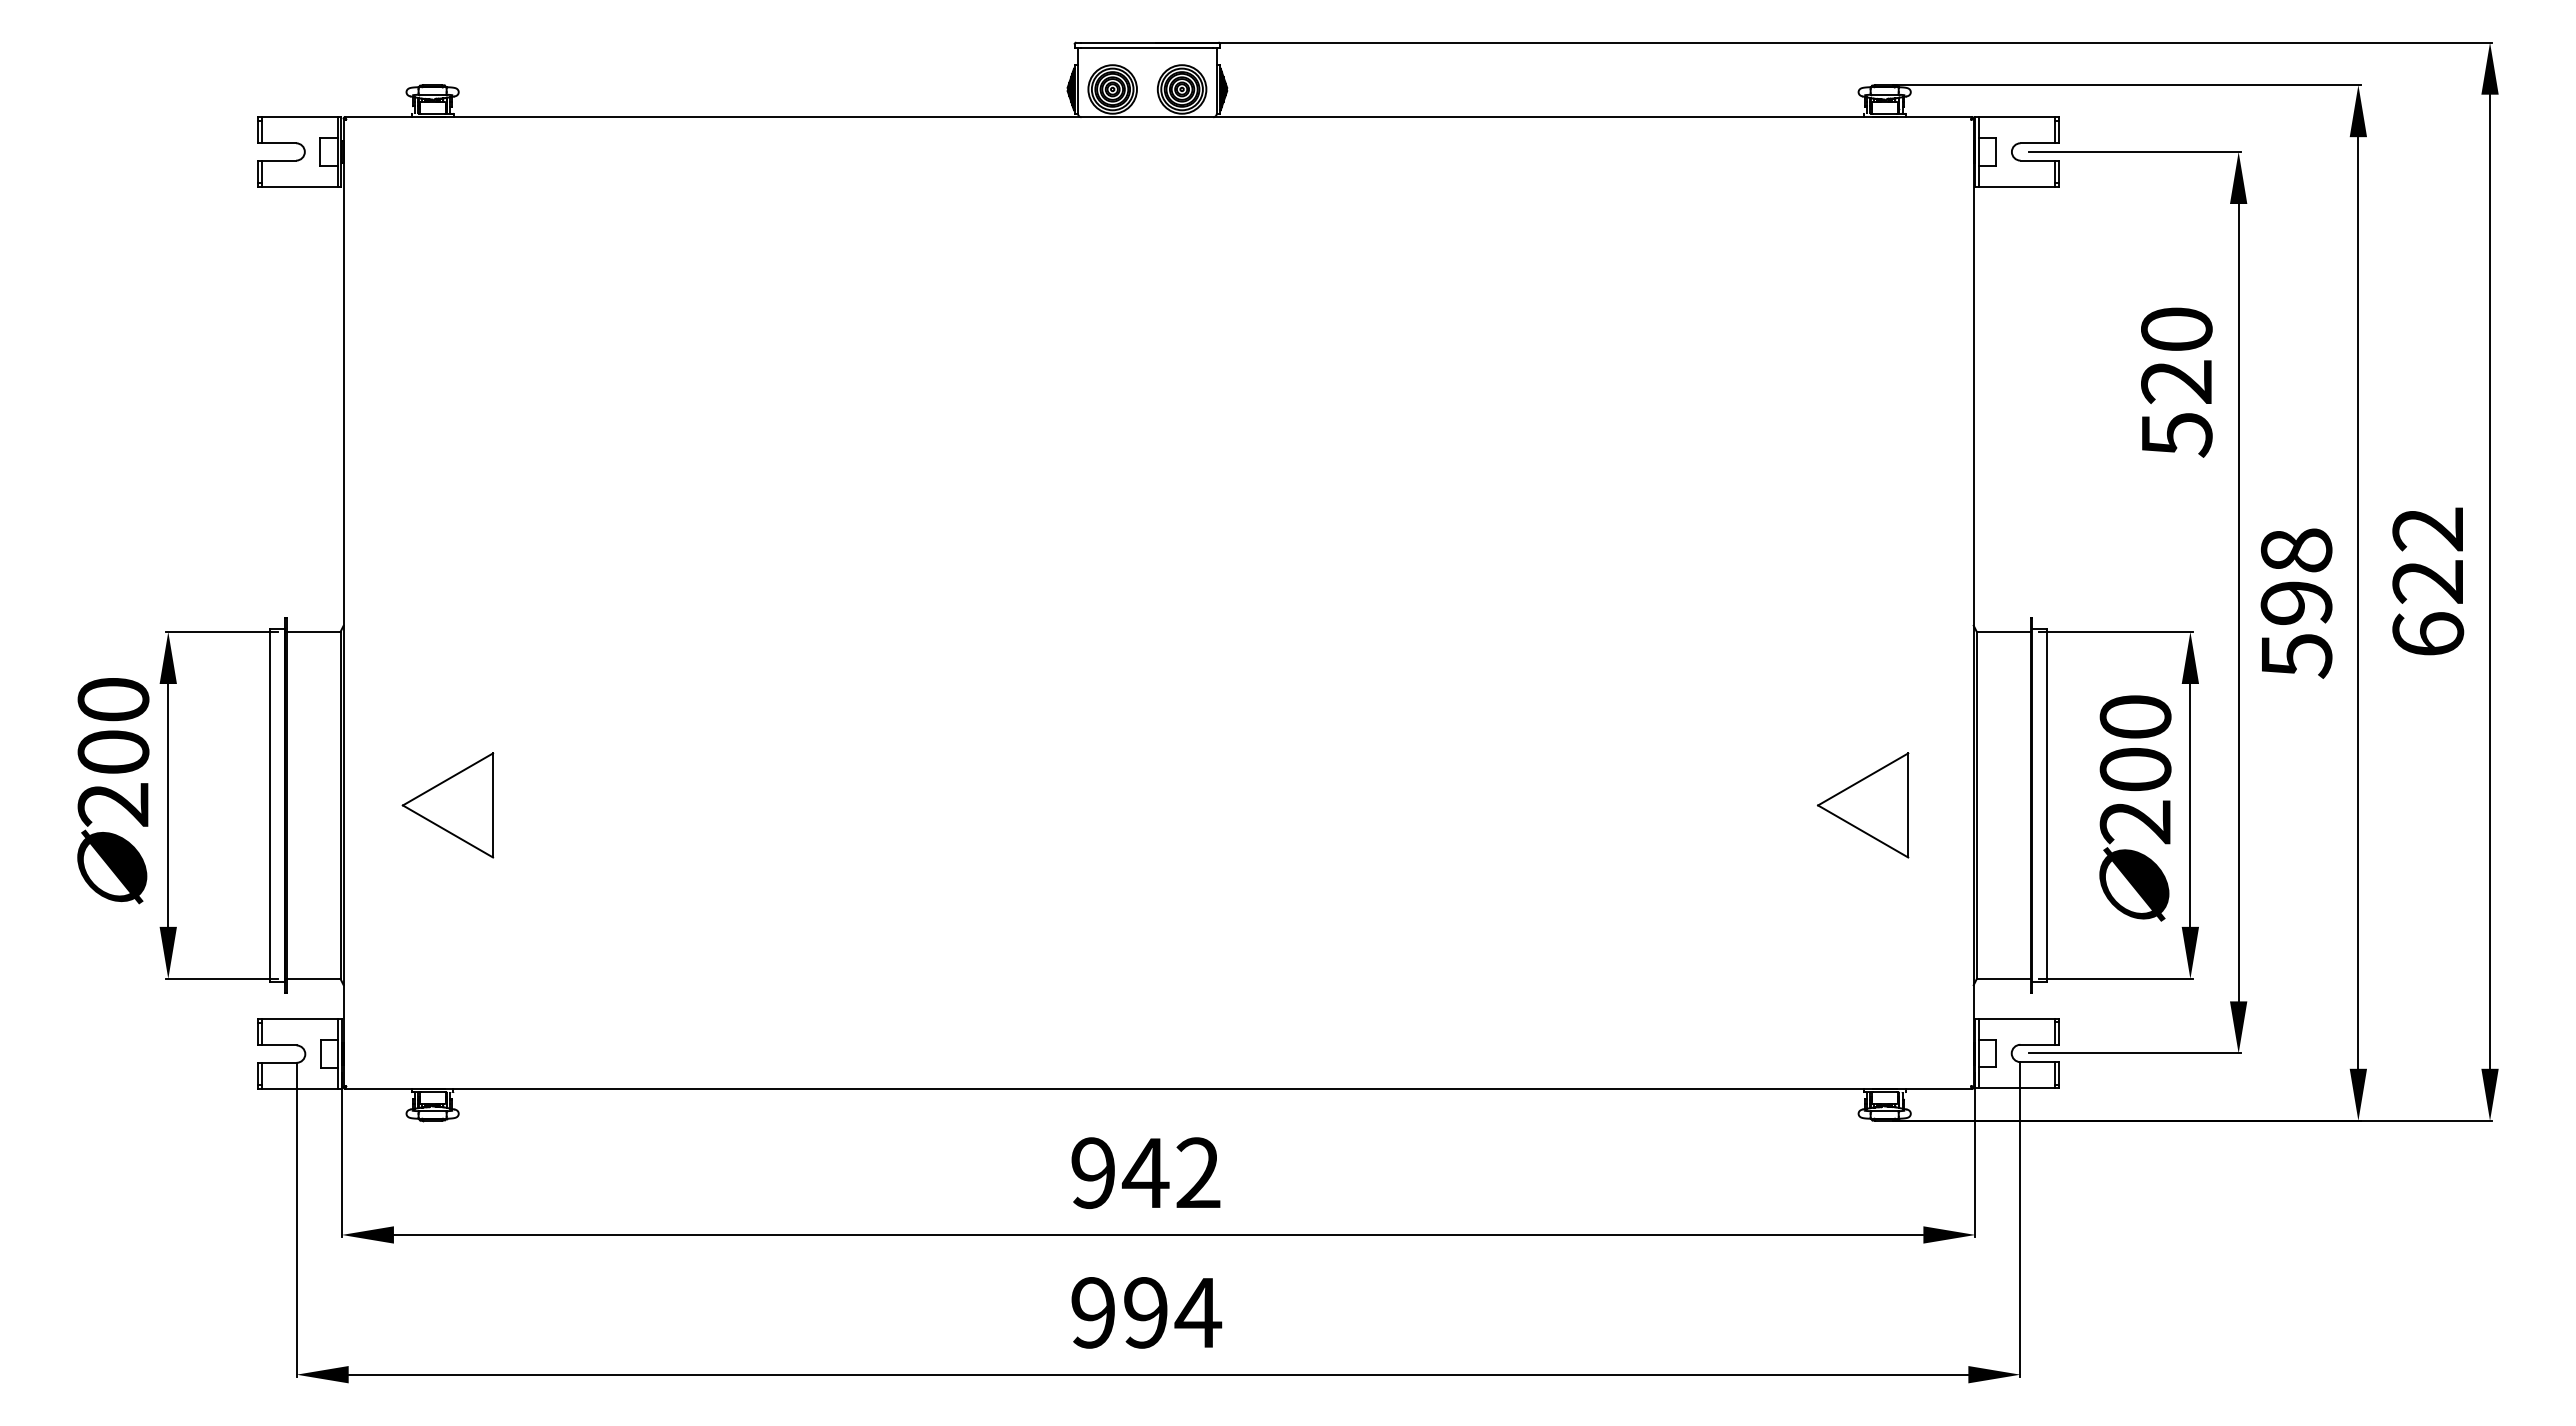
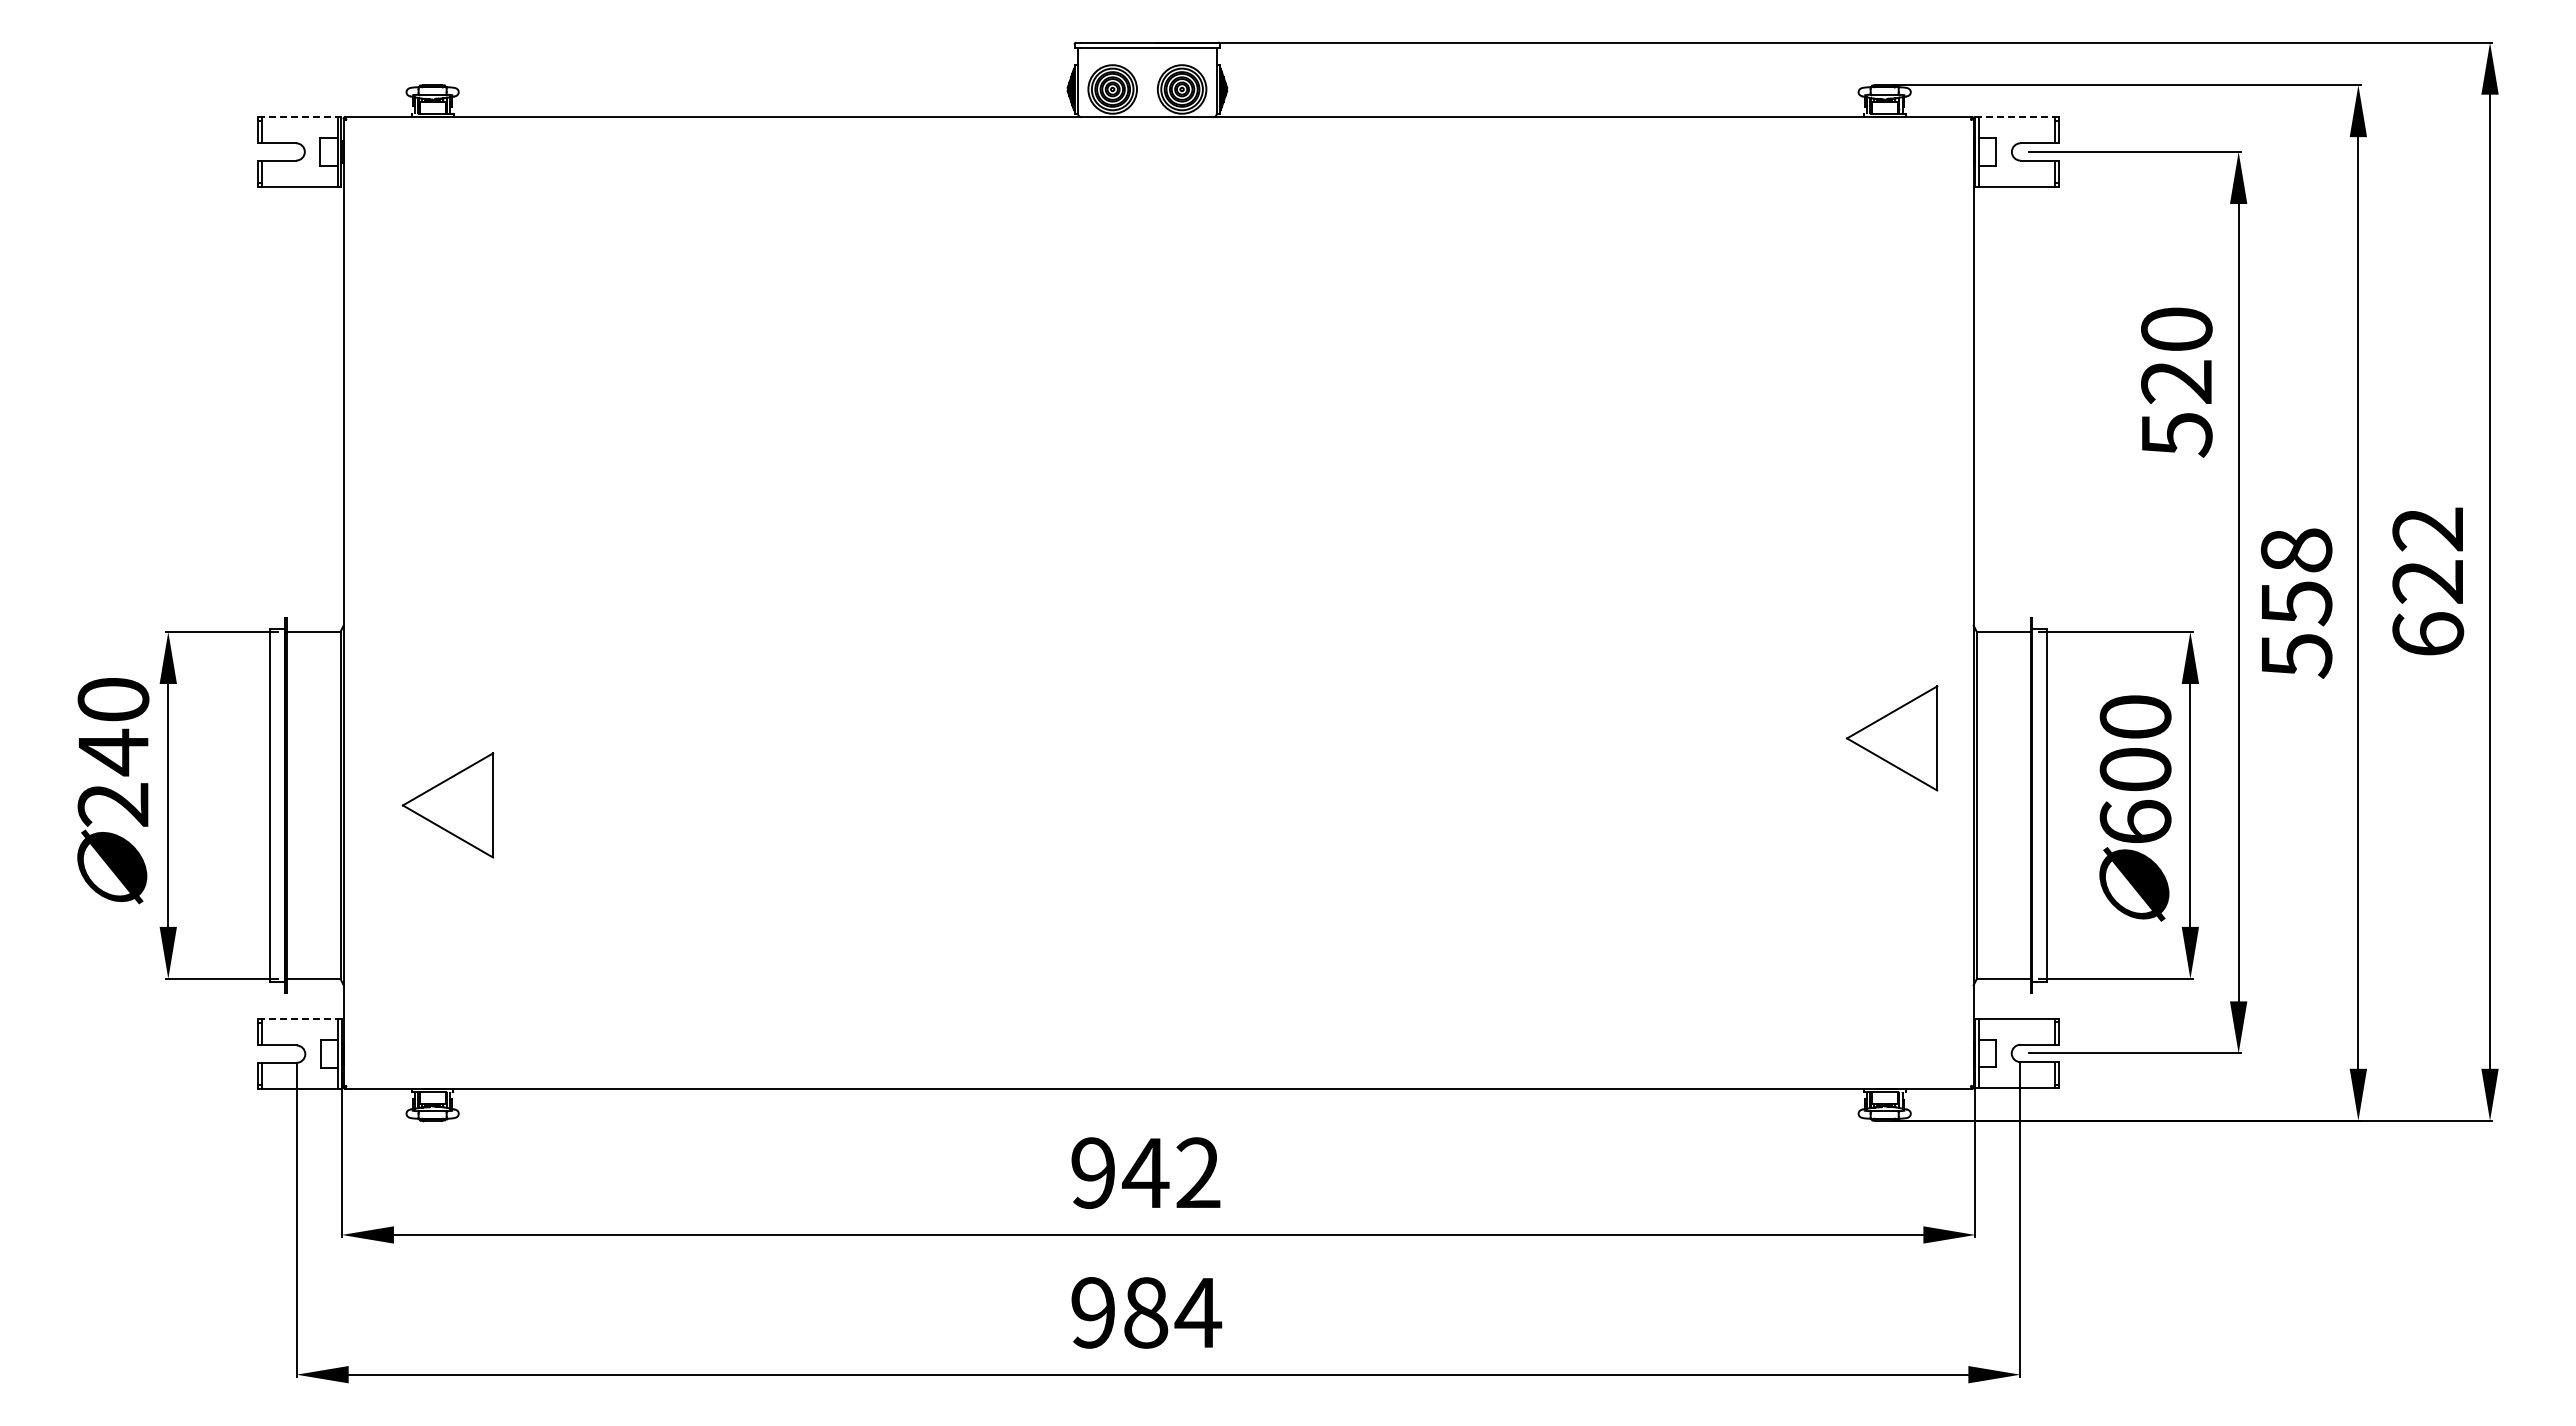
line at (299, 117): solid -> dashed
line at (2017, 117): solid -> dashed
text at (2296, 603): 598 -> 558
text at (113, 752): 200 -> 240
part at (1863, 805) position: (1863, 805) -> (1892, 738)
text at (2135, 822): 200 -> 600
line at (300, 1019): solid -> dashed
text at (1146, 1312): 994 -> 984
